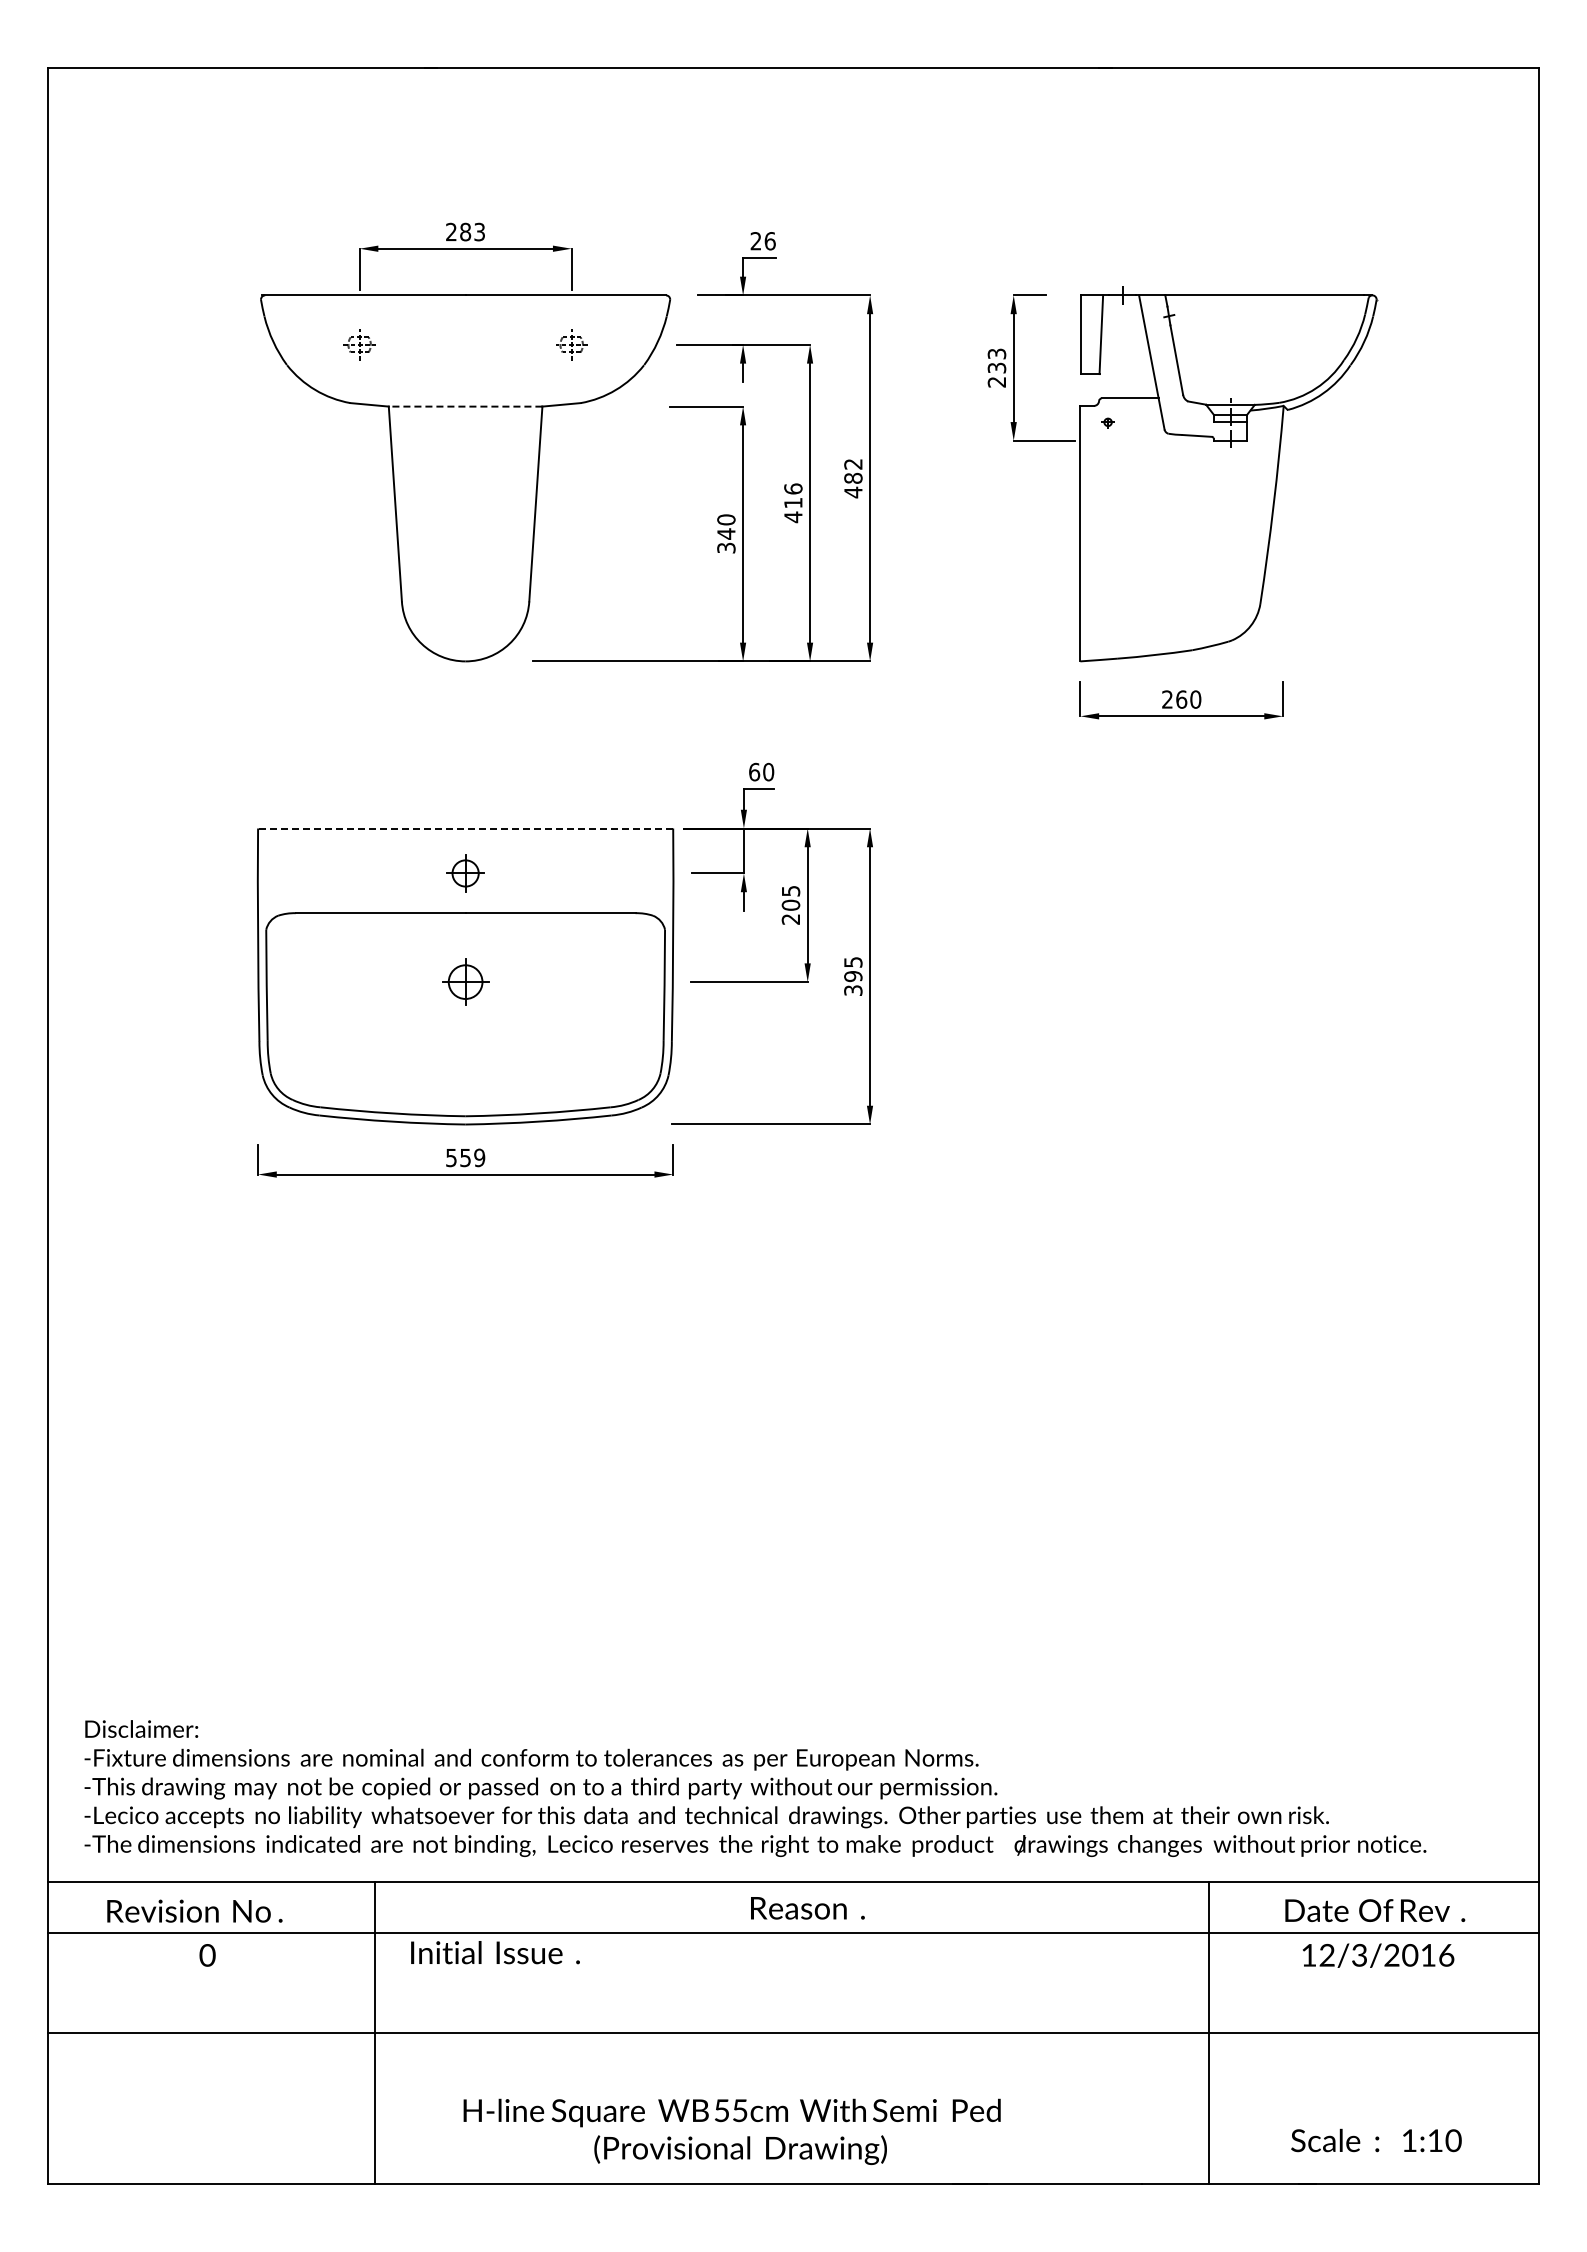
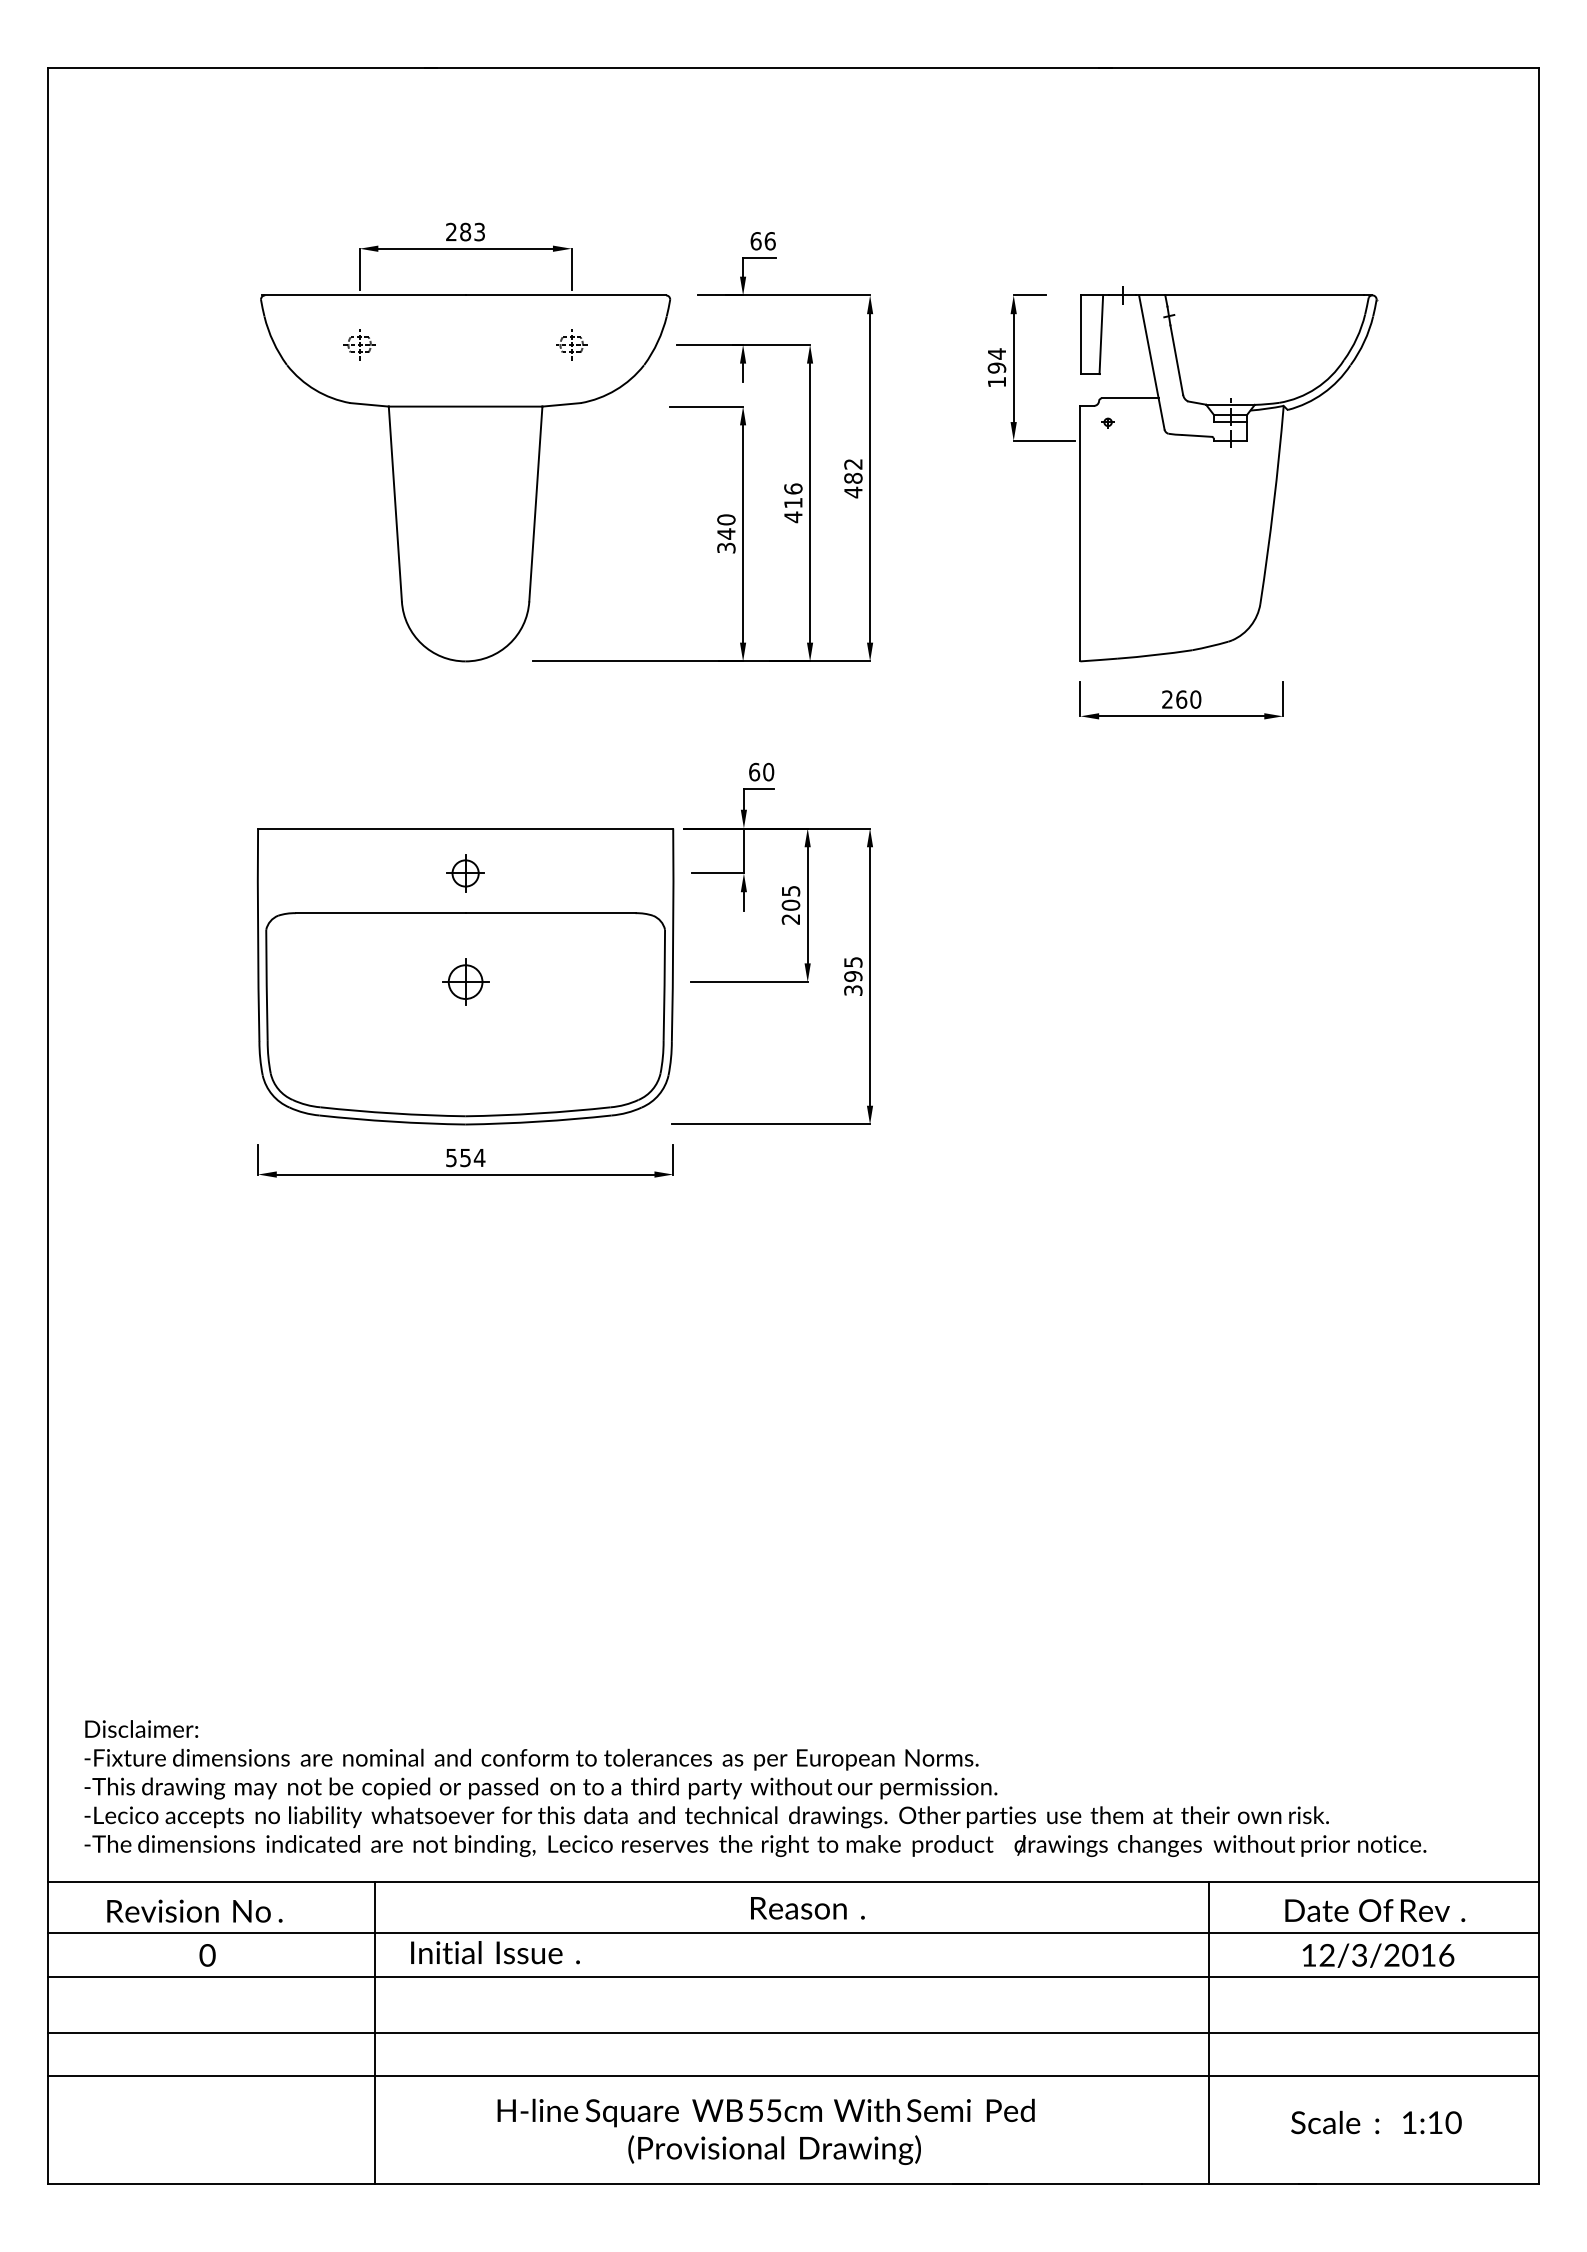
text at (755, 241): 26 -> 66
text at (996, 367): 233 -> 194
line at (465, 406): dashed -> solid
line at (465, 828): dashed -> solid
text at (479, 1157): 559 -> 554
line at (793, 1977): none -> present
line at (793, 2075): none -> present
text at (731, 2131) position: (731, 2131) -> (765, 2131)
text at (1376, 2140) position: (1376, 2140) -> (1376, 2122)
